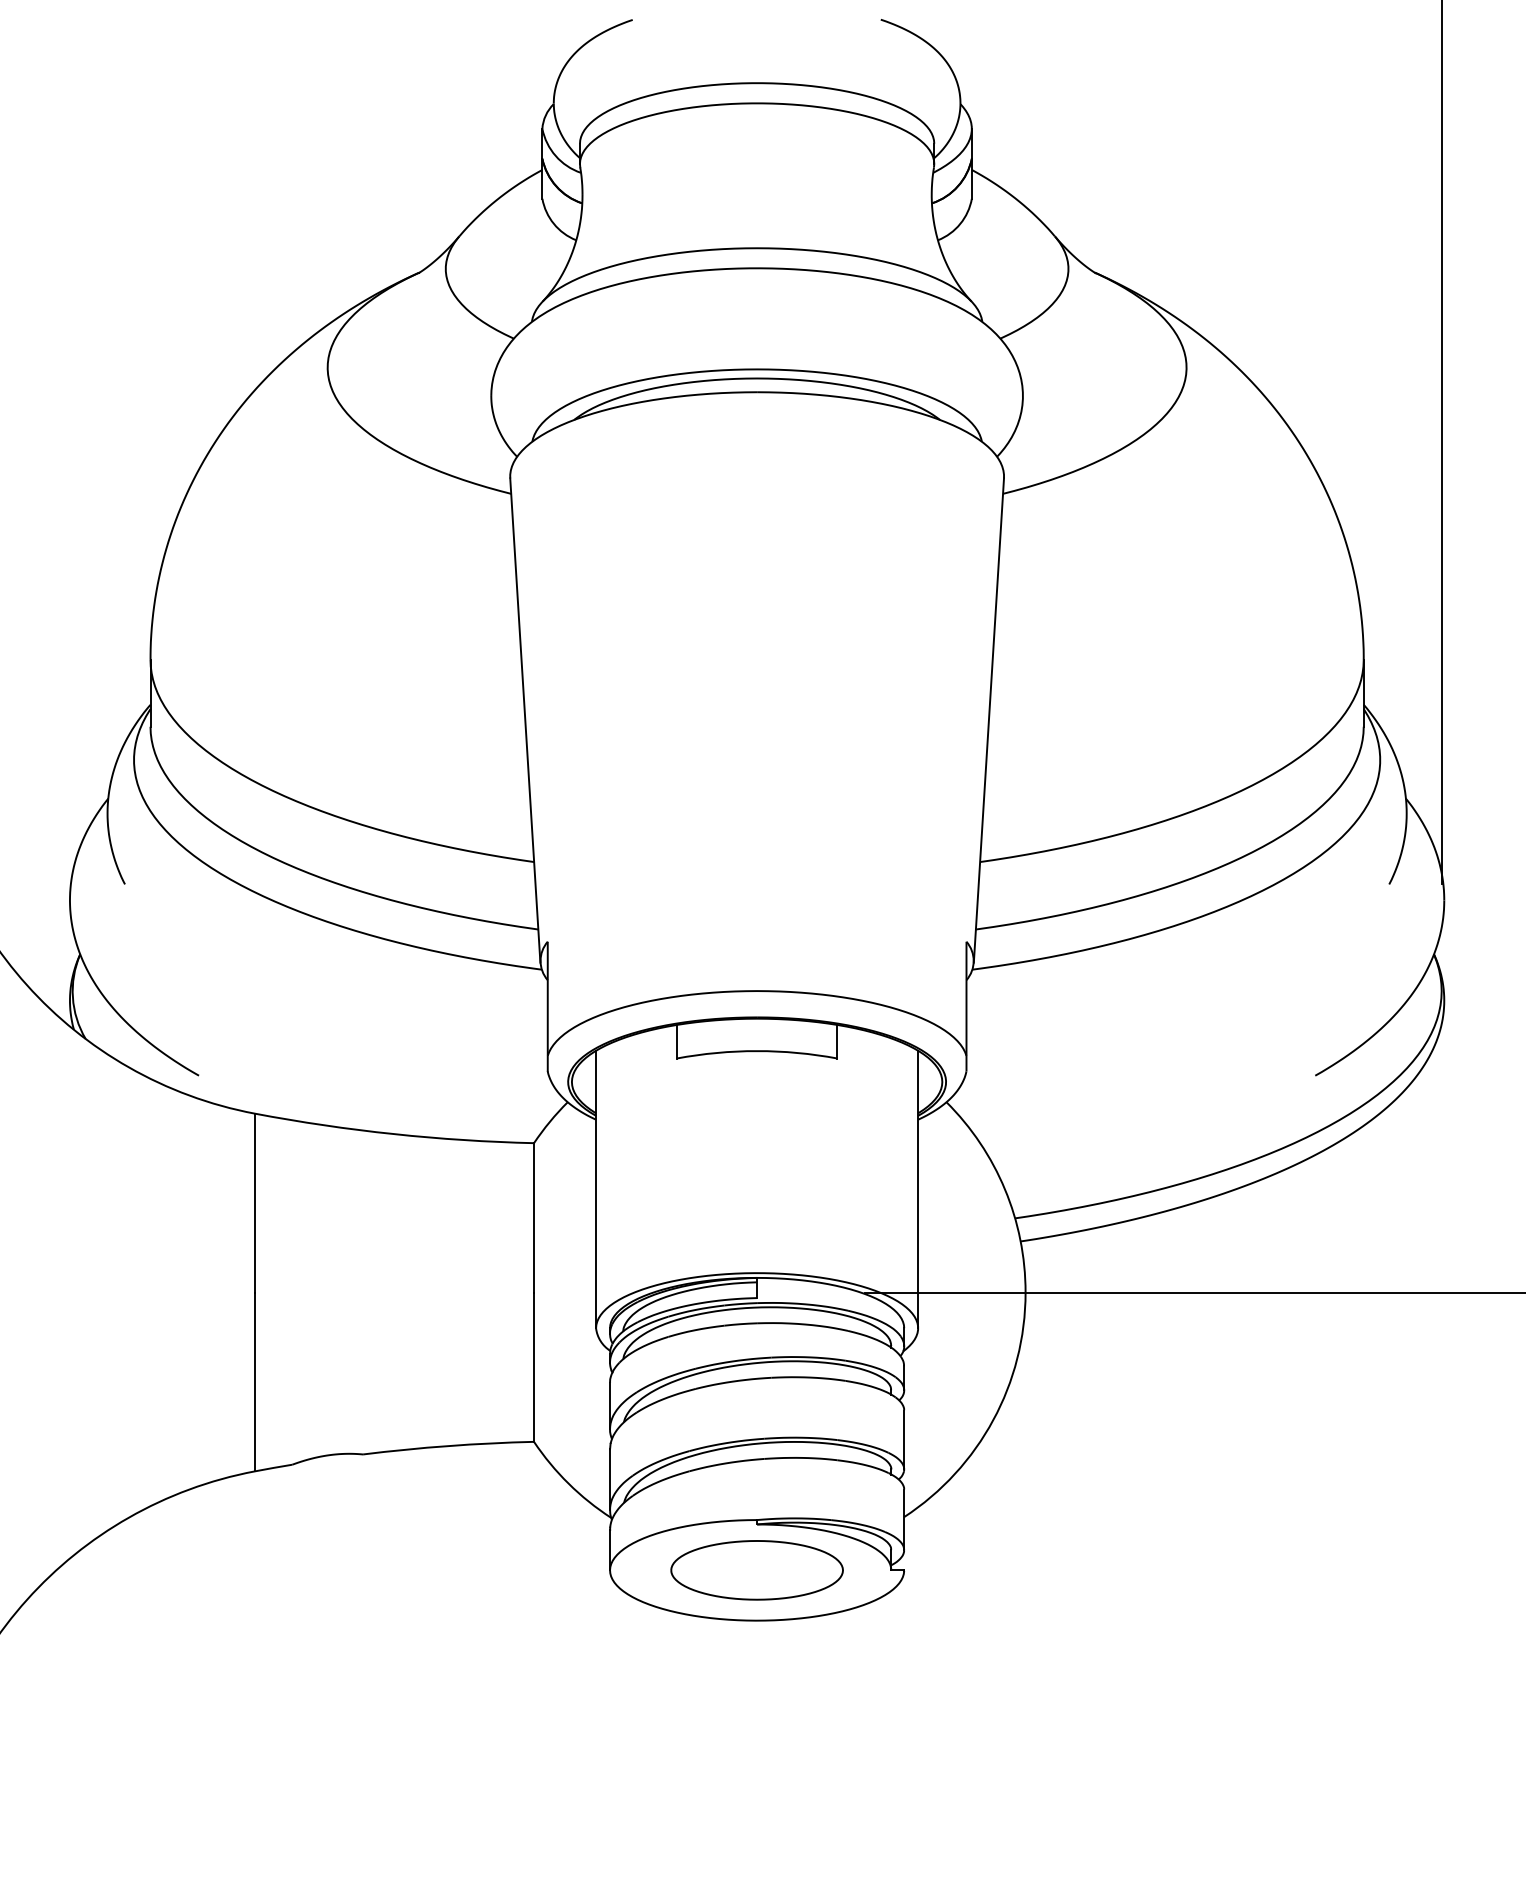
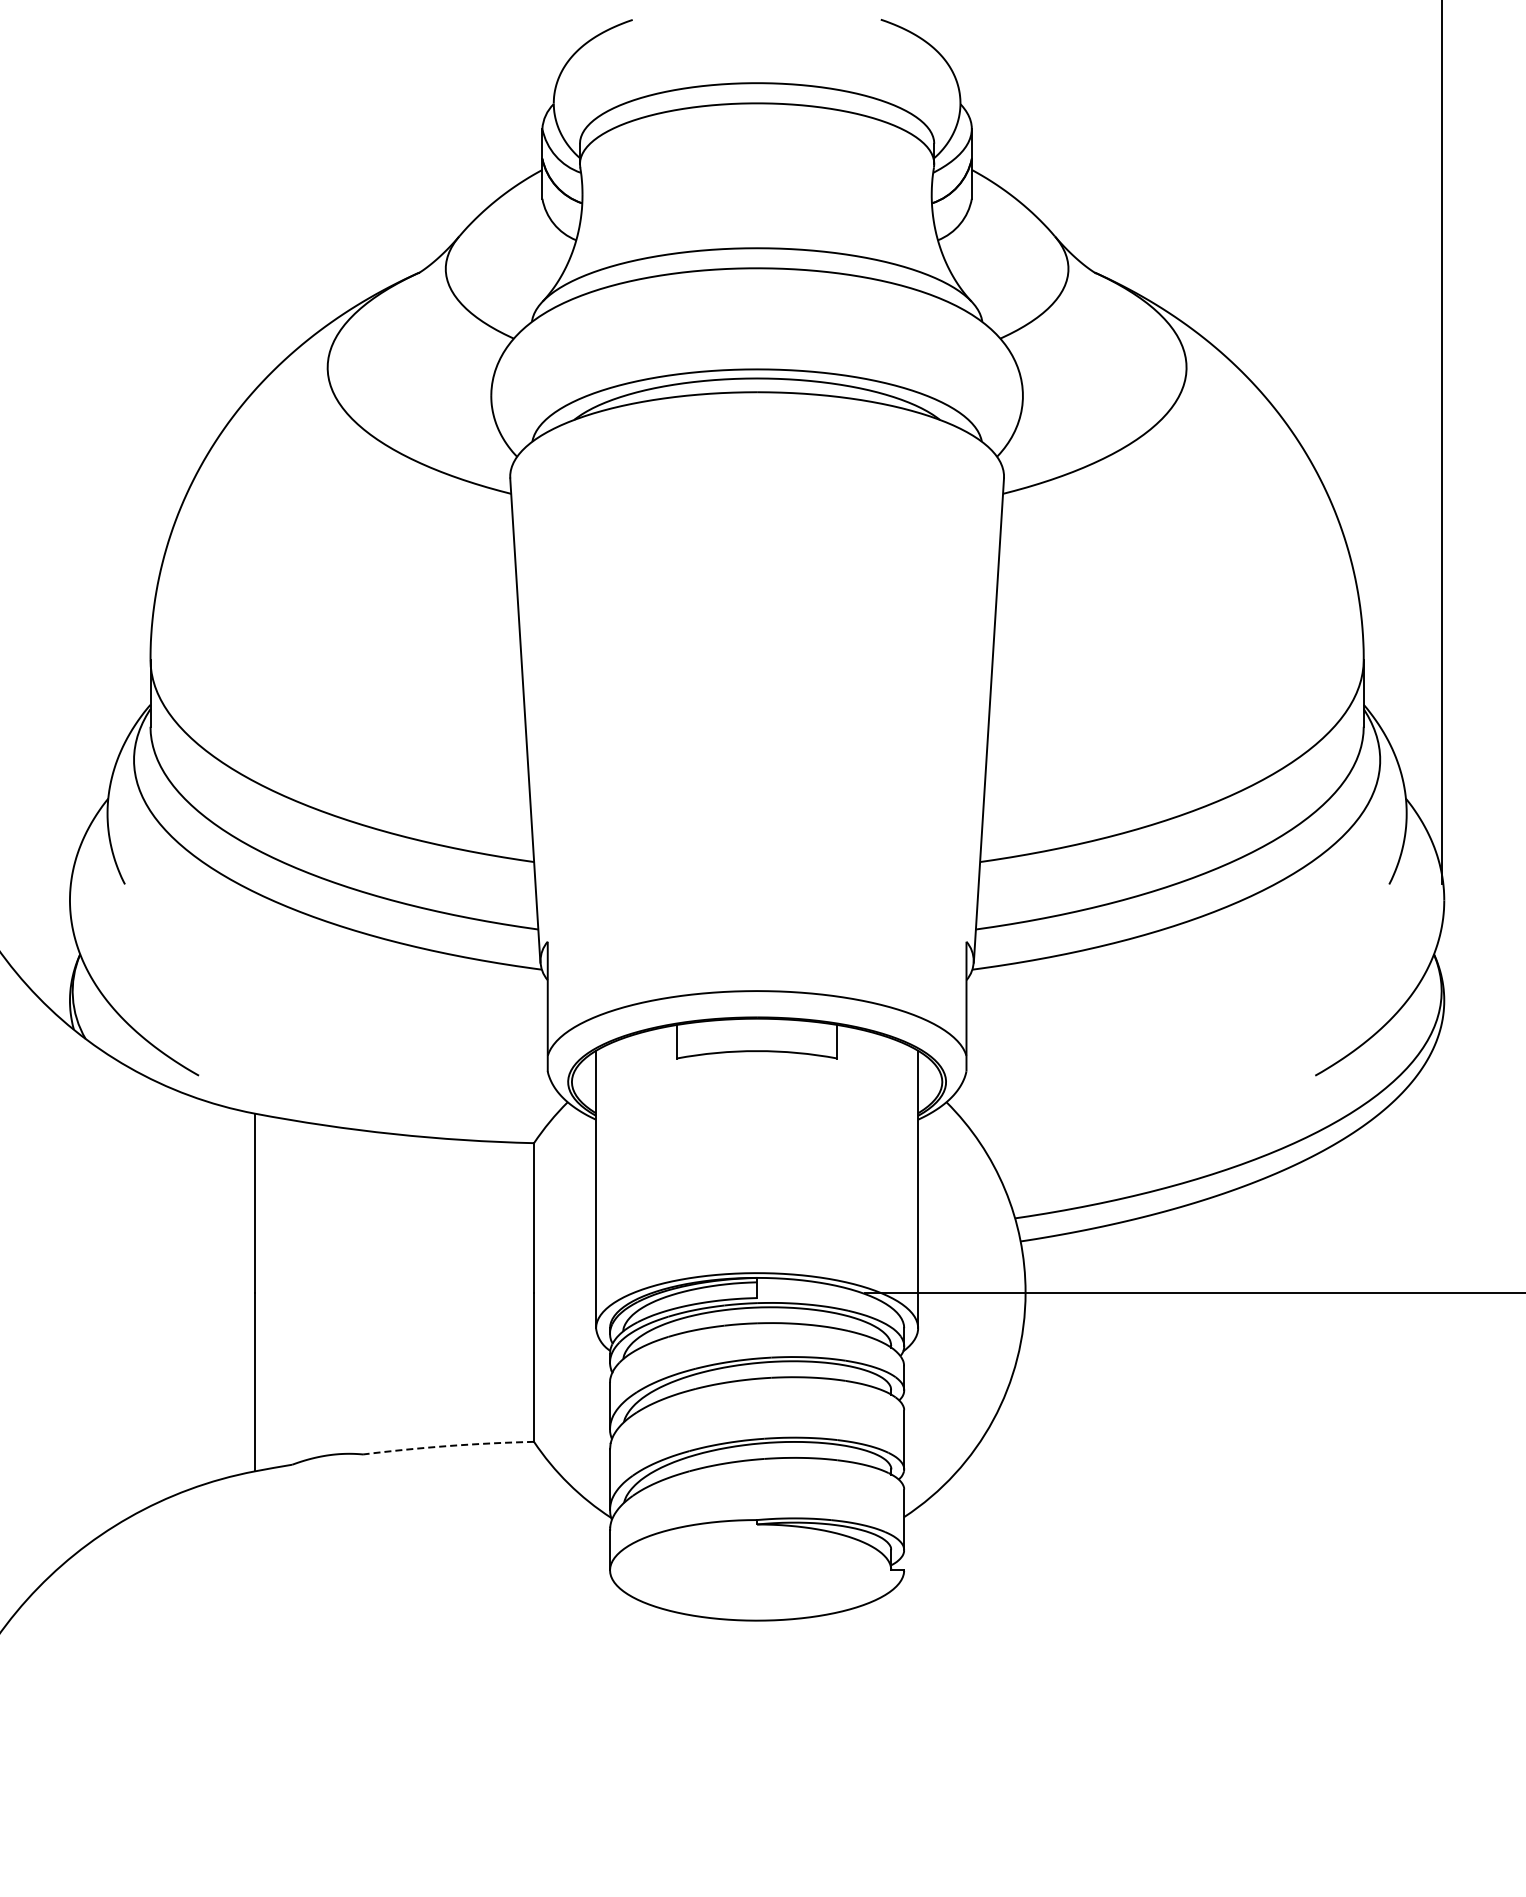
arc at (448, 1446): solid -> dashed
part at (756, 1570): present -> none
